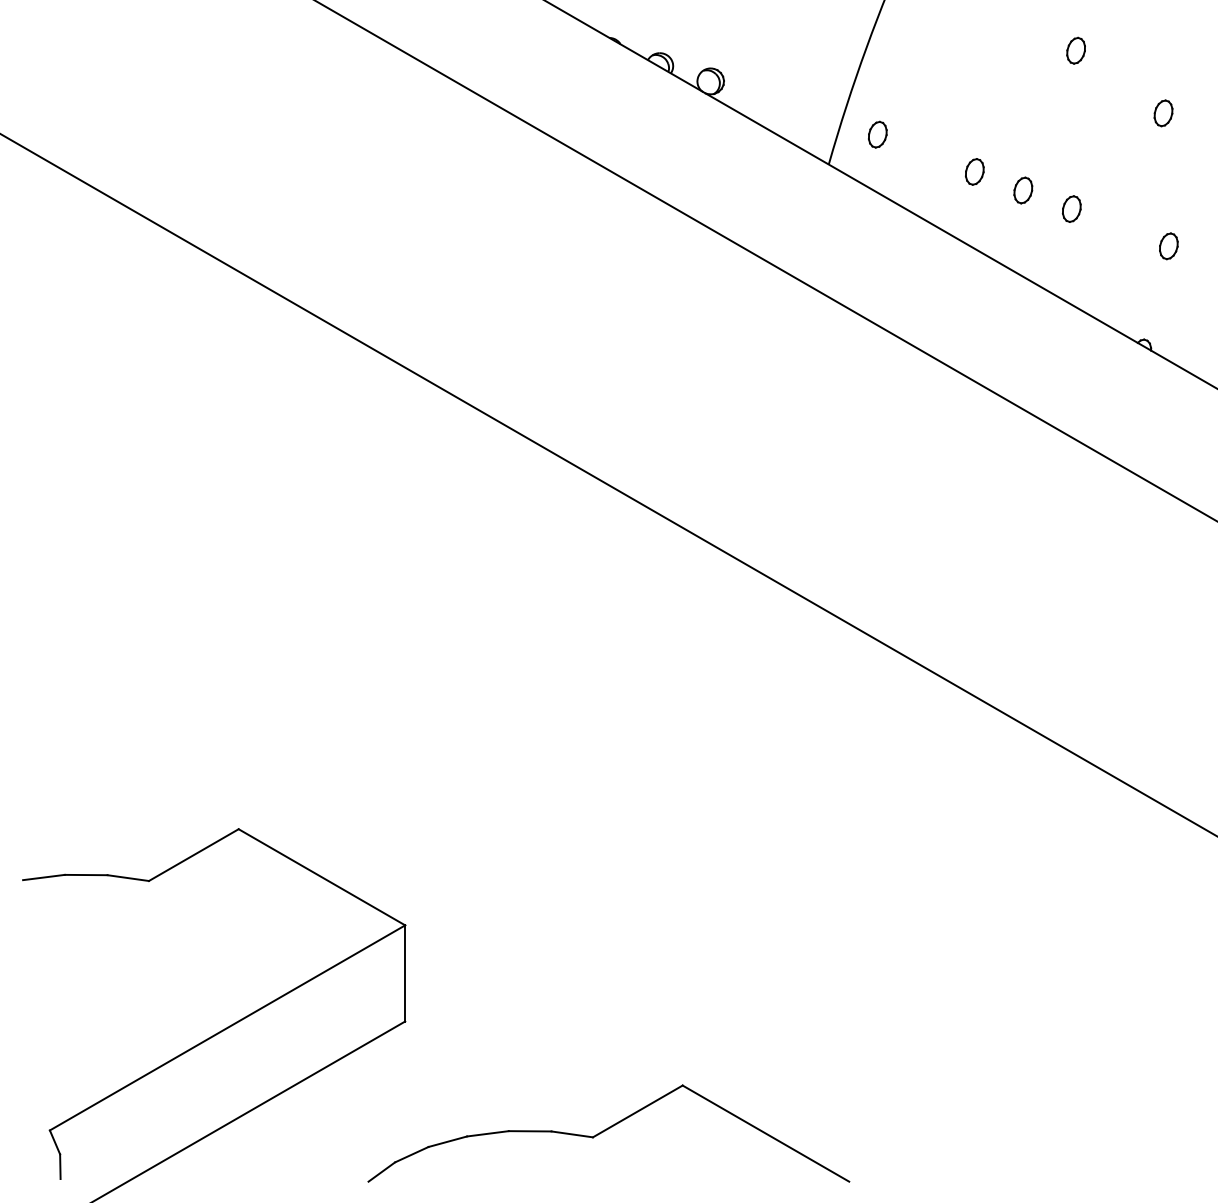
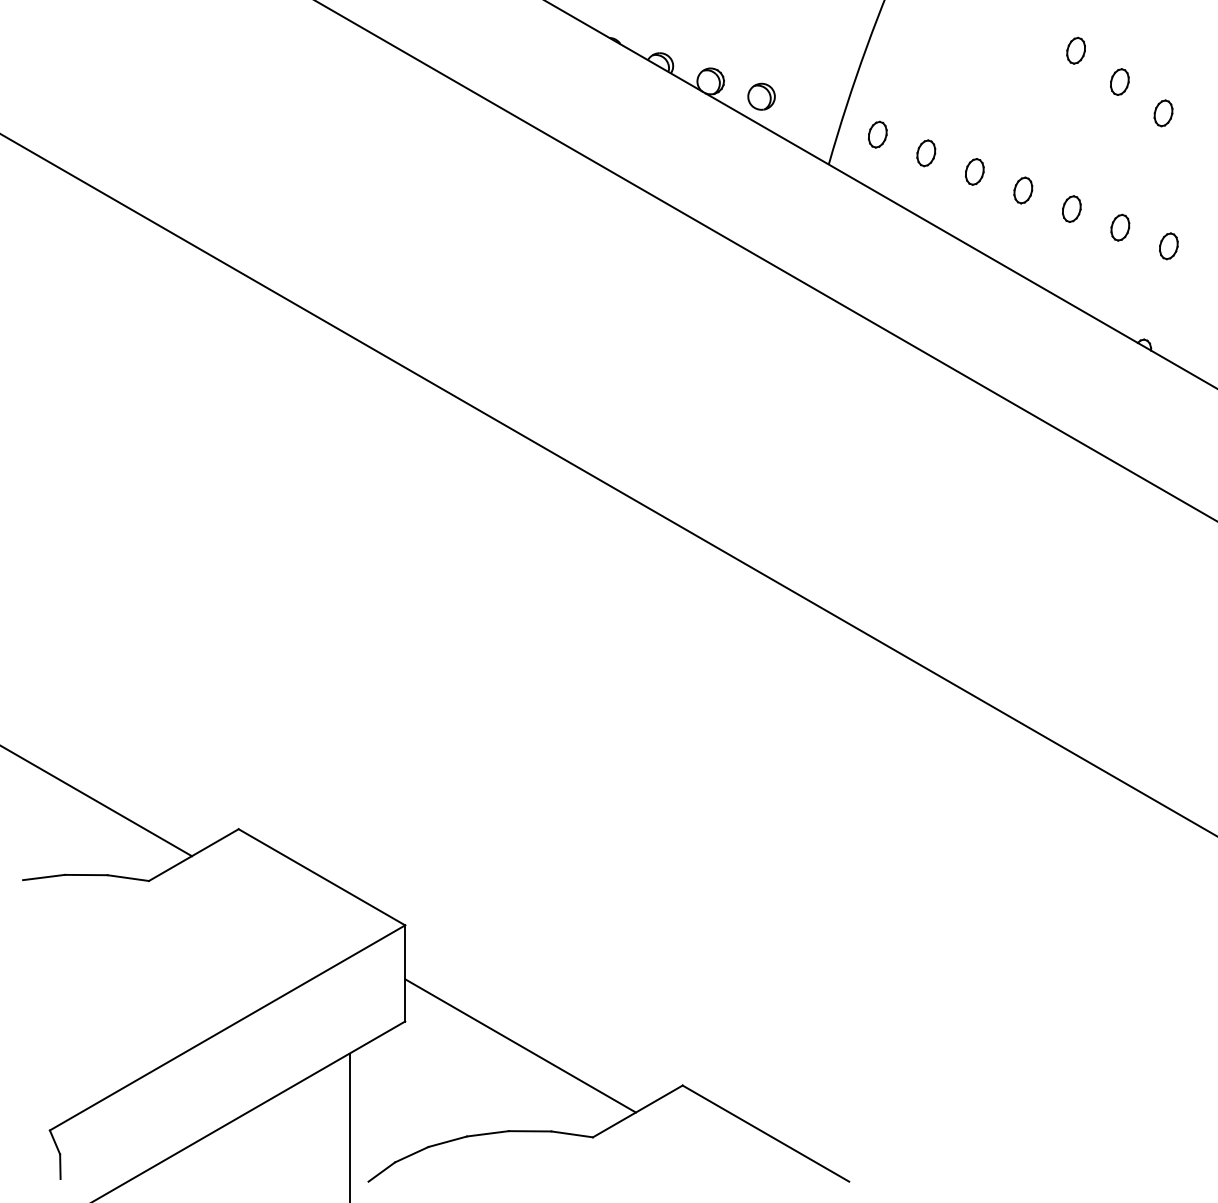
part at (1119, 81): none -> present
part at (761, 96): none -> present
part at (926, 153): none -> present
part at (1120, 227): none -> present
line at (96, 801): none -> present
line at (520, 1045): none -> present
line at (349, 1126): none -> present
